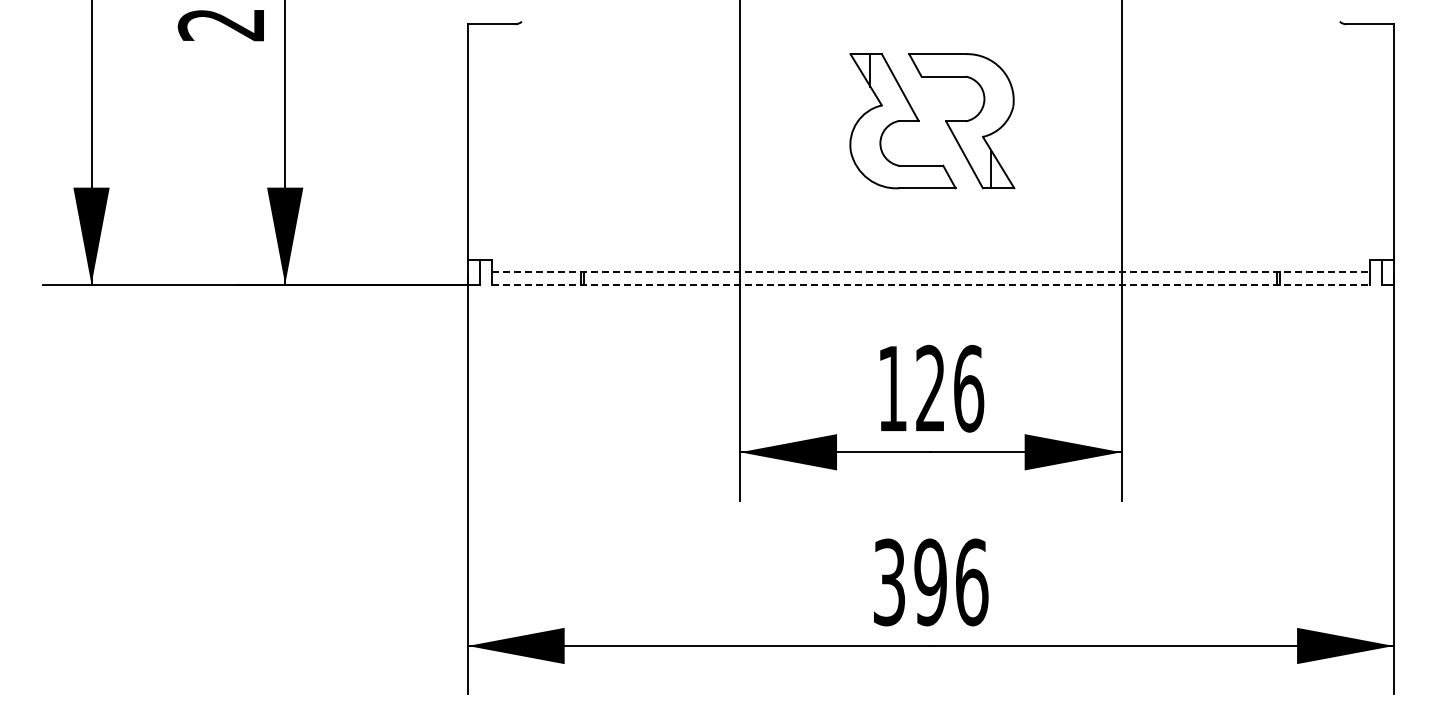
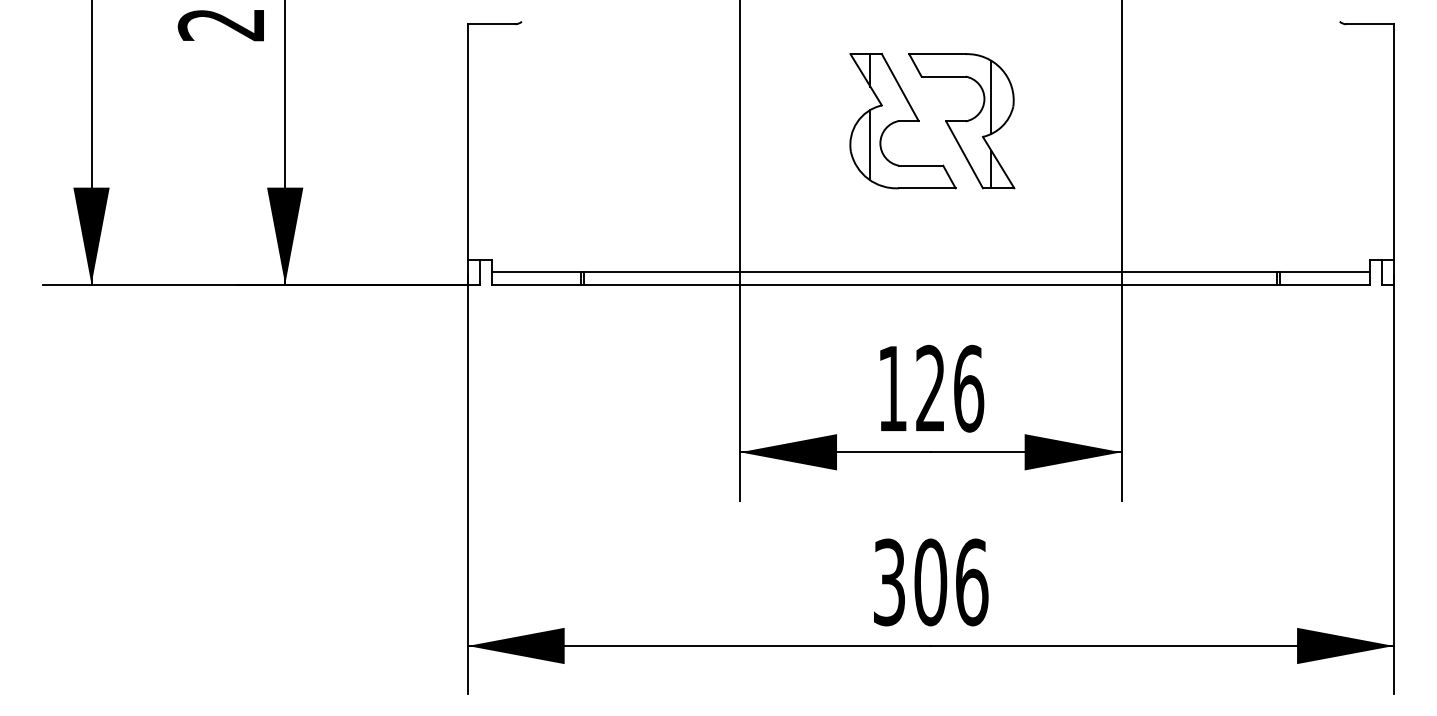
line at (991, 96): none -> present
line at (870, 145): none -> present
line at (930, 272): dashed -> solid
line at (930, 284): dashed -> solid
text at (930, 582): 396 -> 306
